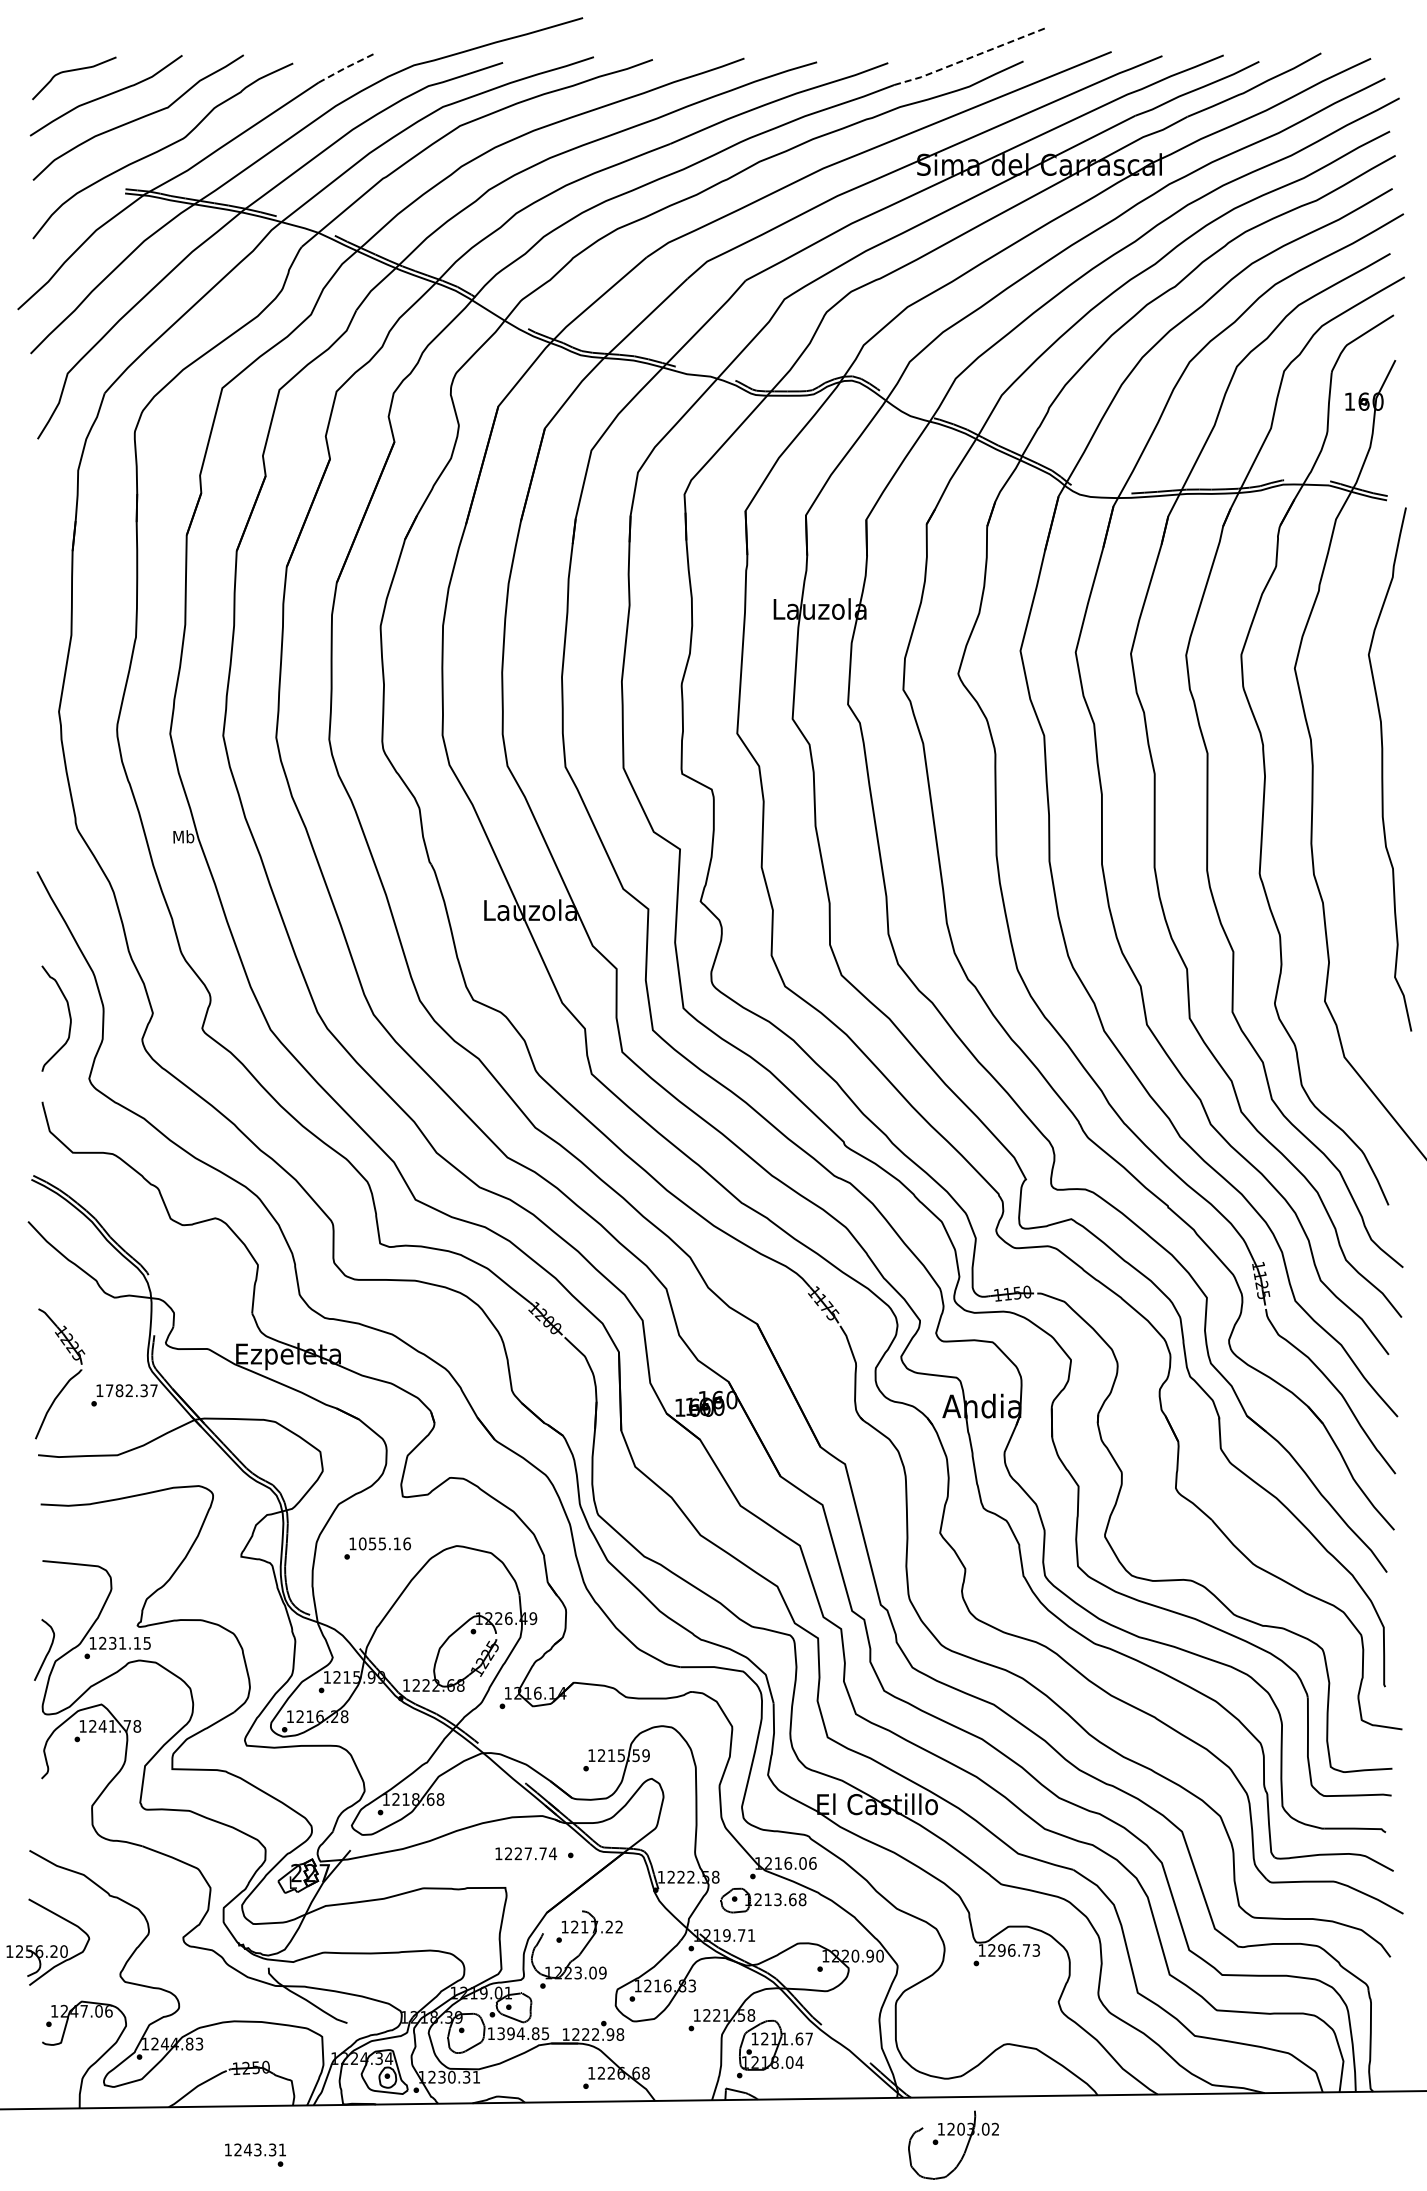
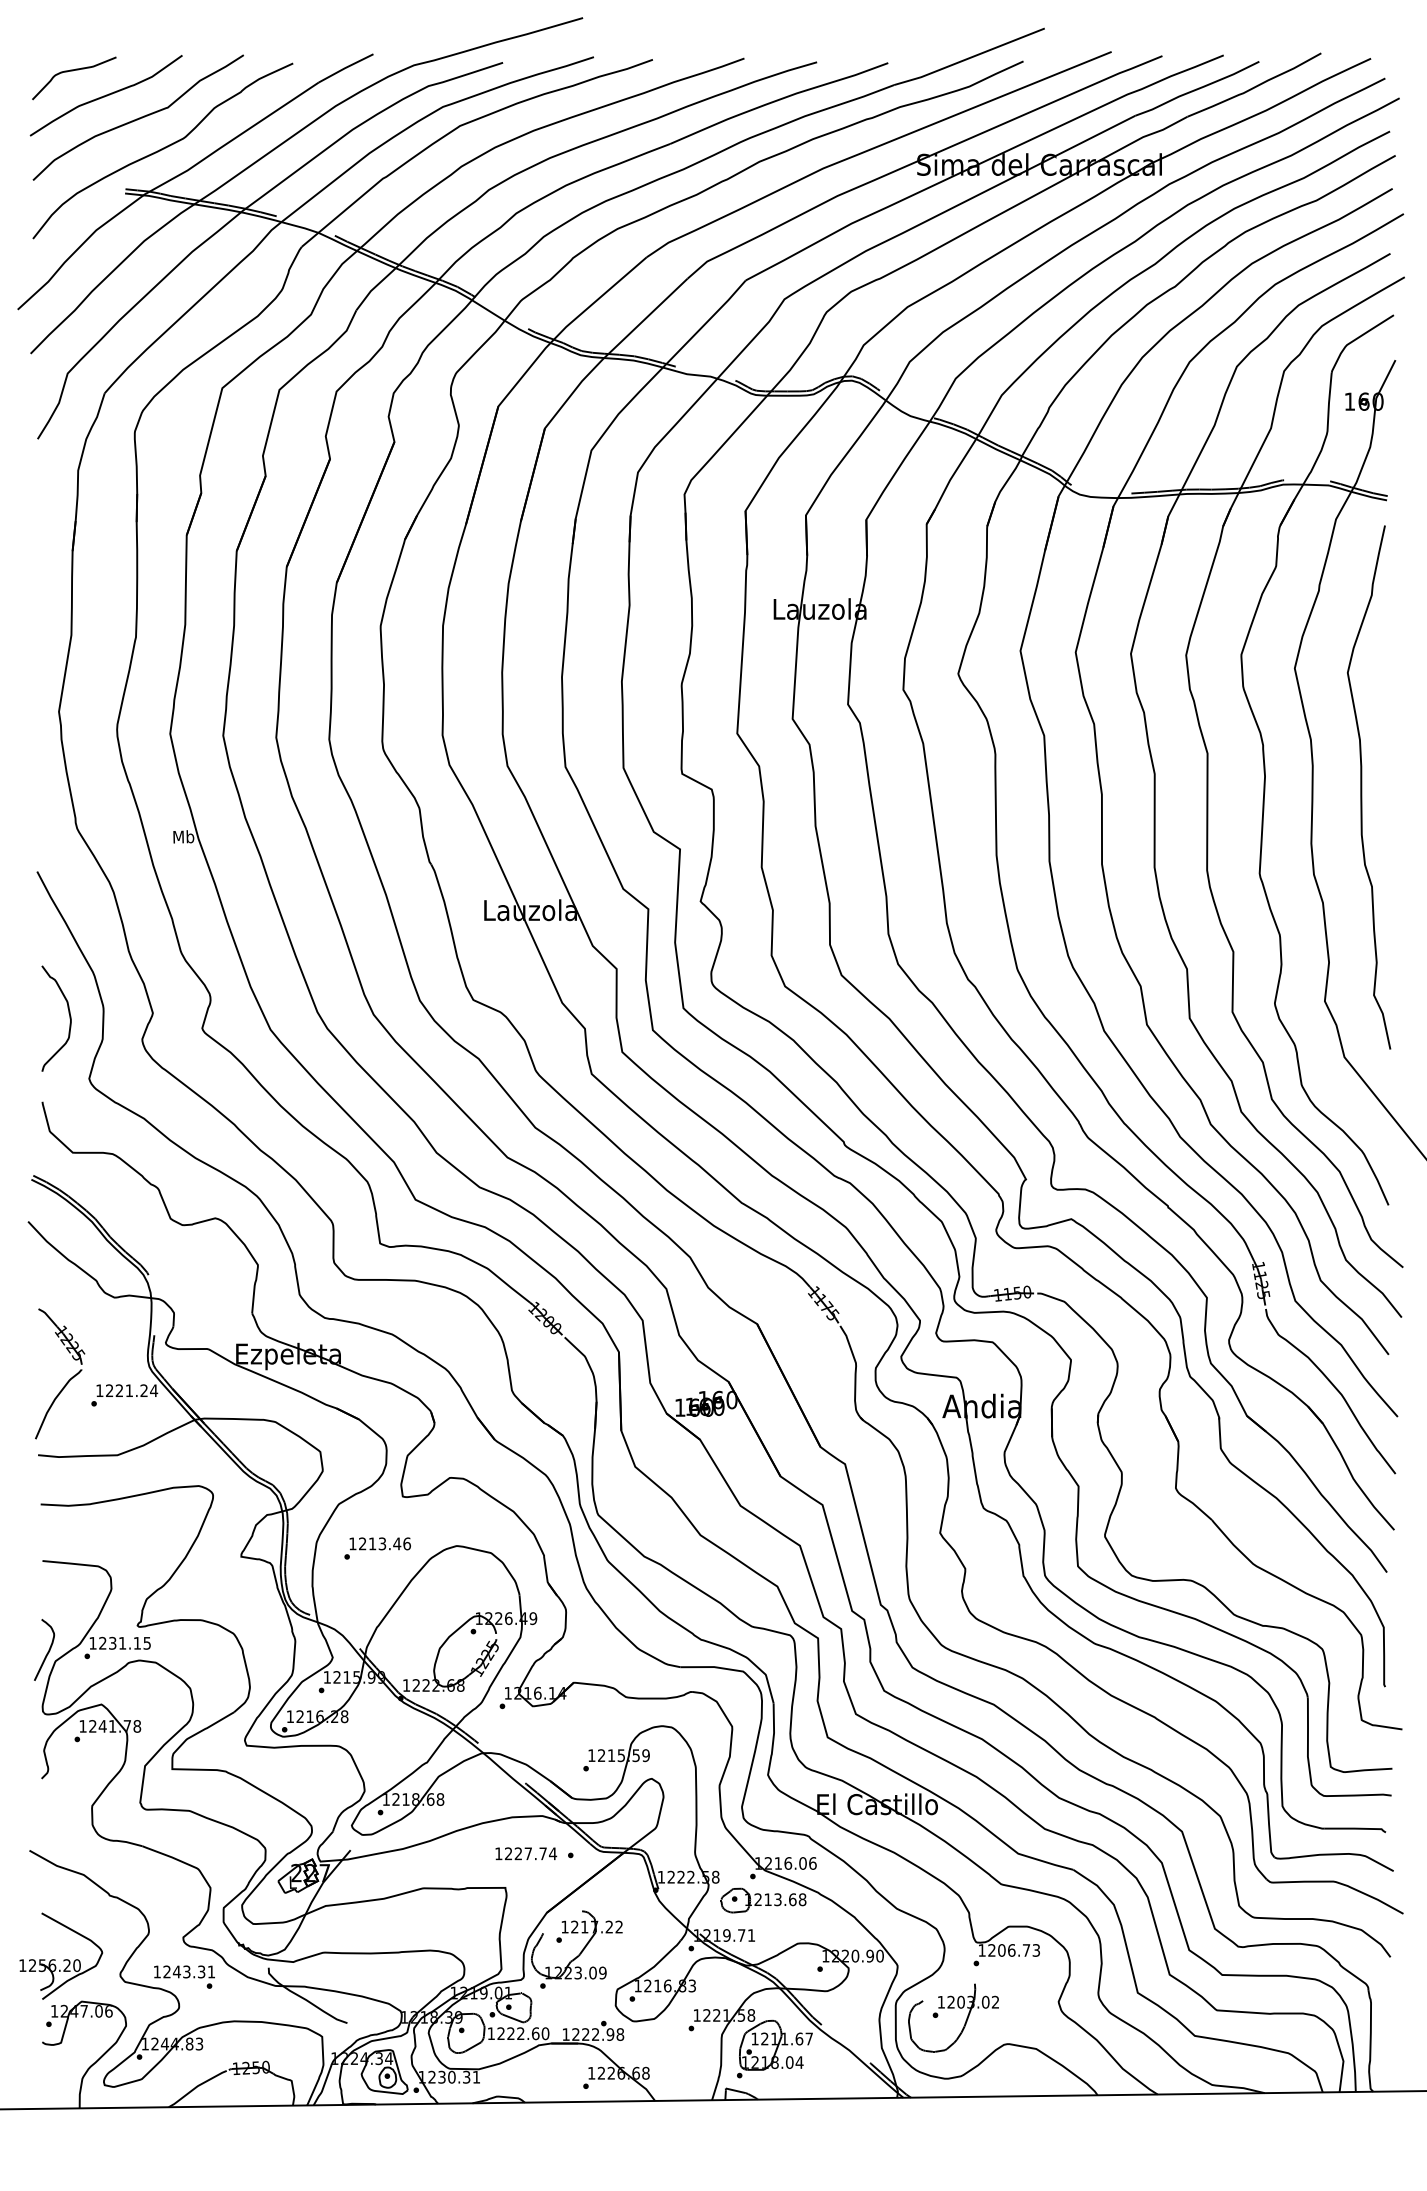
line at (968, 58): dashed -> solid
line at (344, 68): dashed -> solid
curve at (1383, 769) position: (1383, 769) -> (1362, 787)
text at (132, 1390): 1782.37 -> 1221.24
text at (379, 1543): 1055.16 -> 1213.46
part at (48, 1941) position: (48, 1941) -> (61, 1955)
text at (1001, 1950): 1296.73 -> 1206.73
text at (523, 2033): 1394.85 -> 1222.60
part at (953, 2135) position: (953, 2135) -> (953, 2008)
text at (255, 2154) position: (255, 2154) -> (184, 1976)
